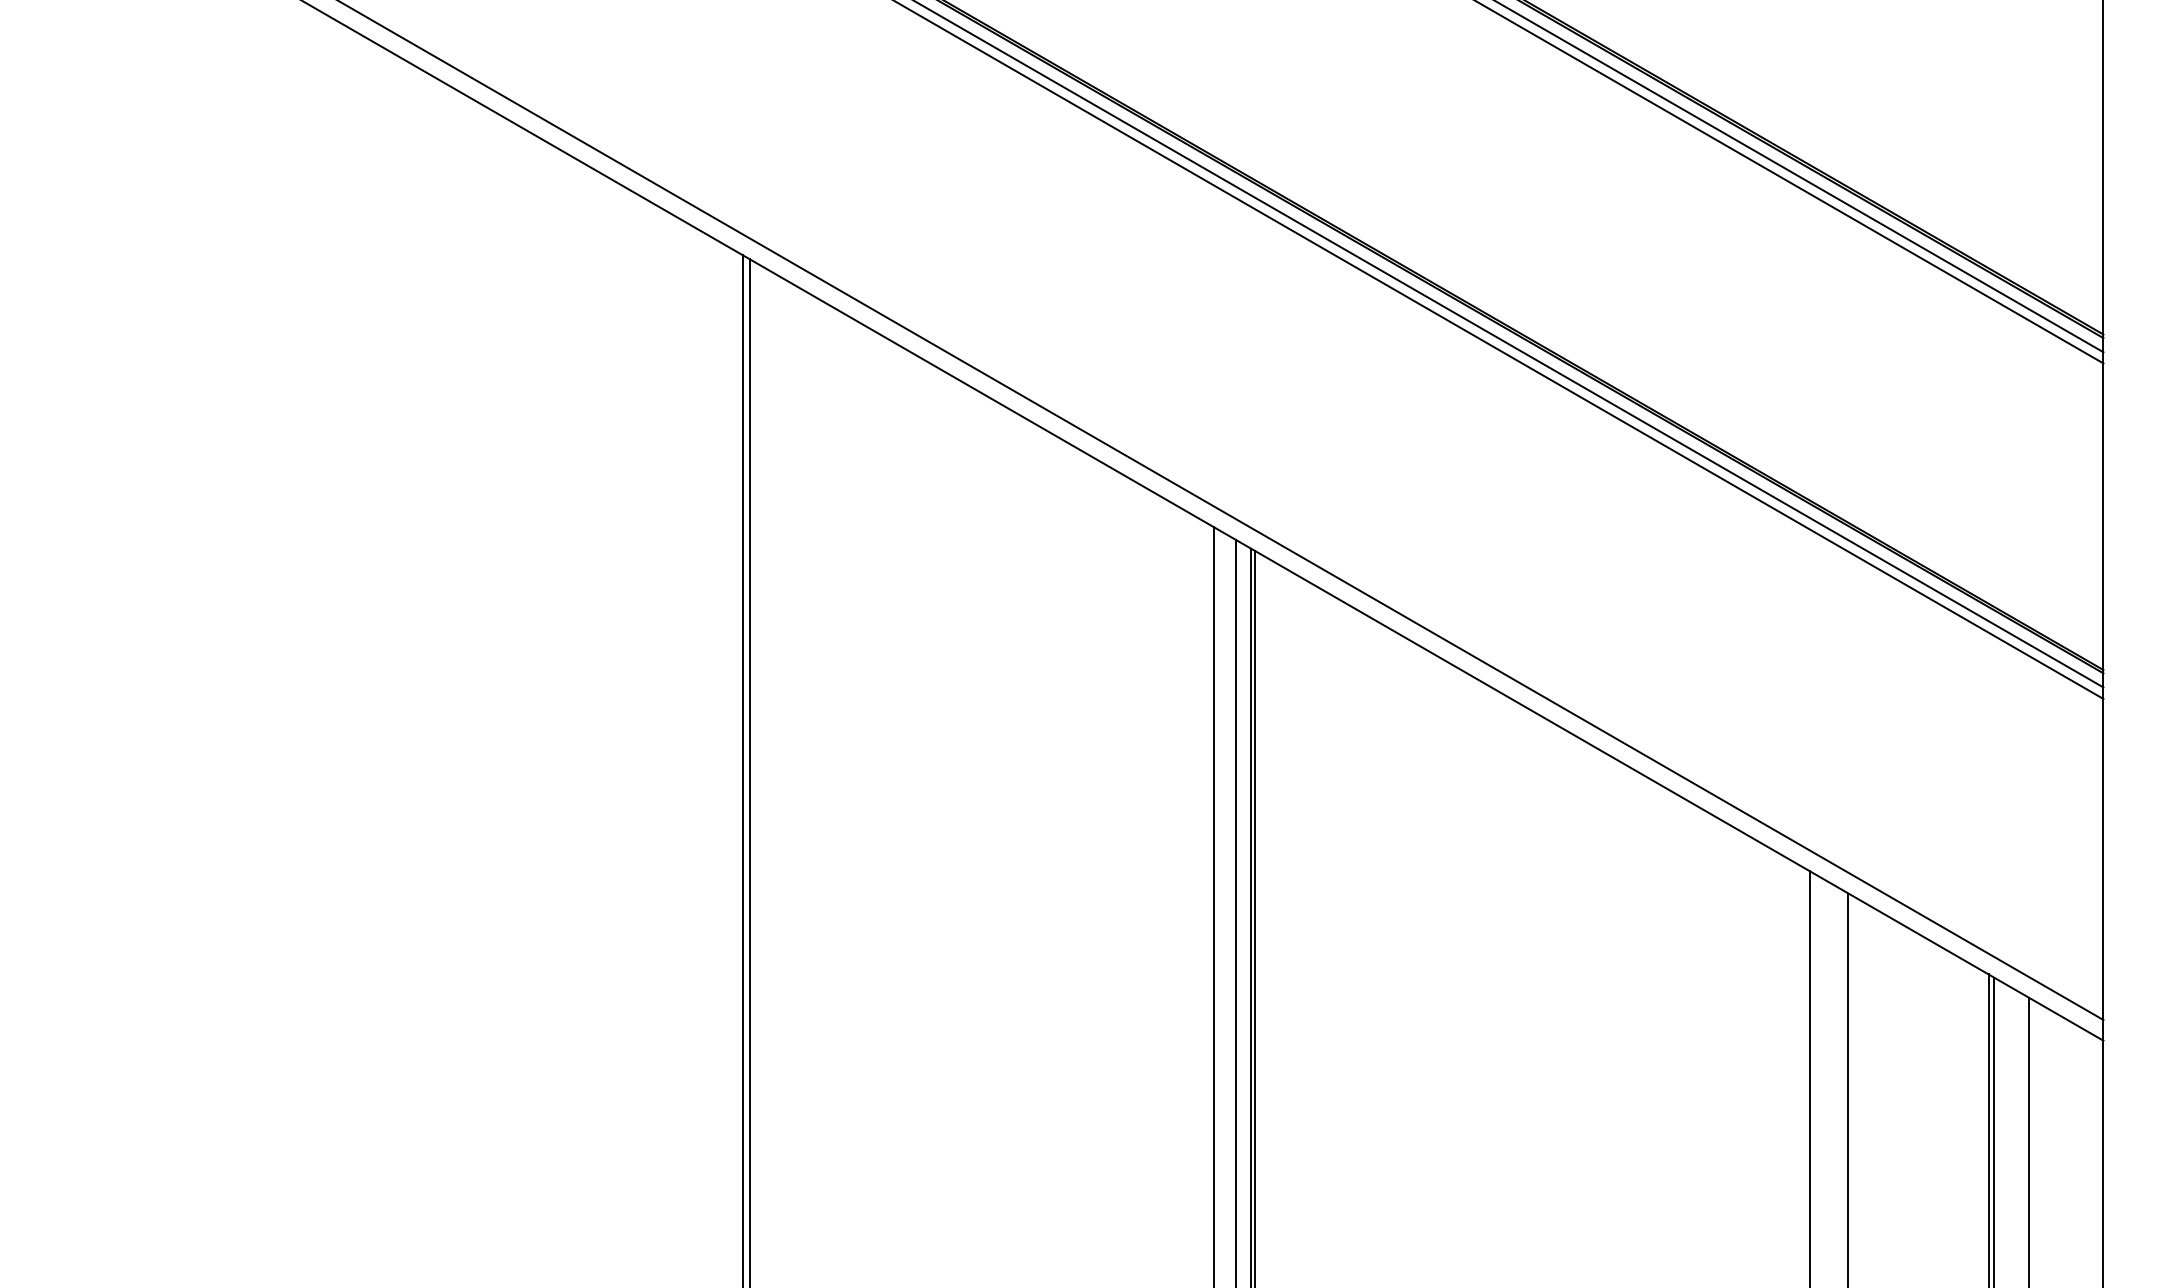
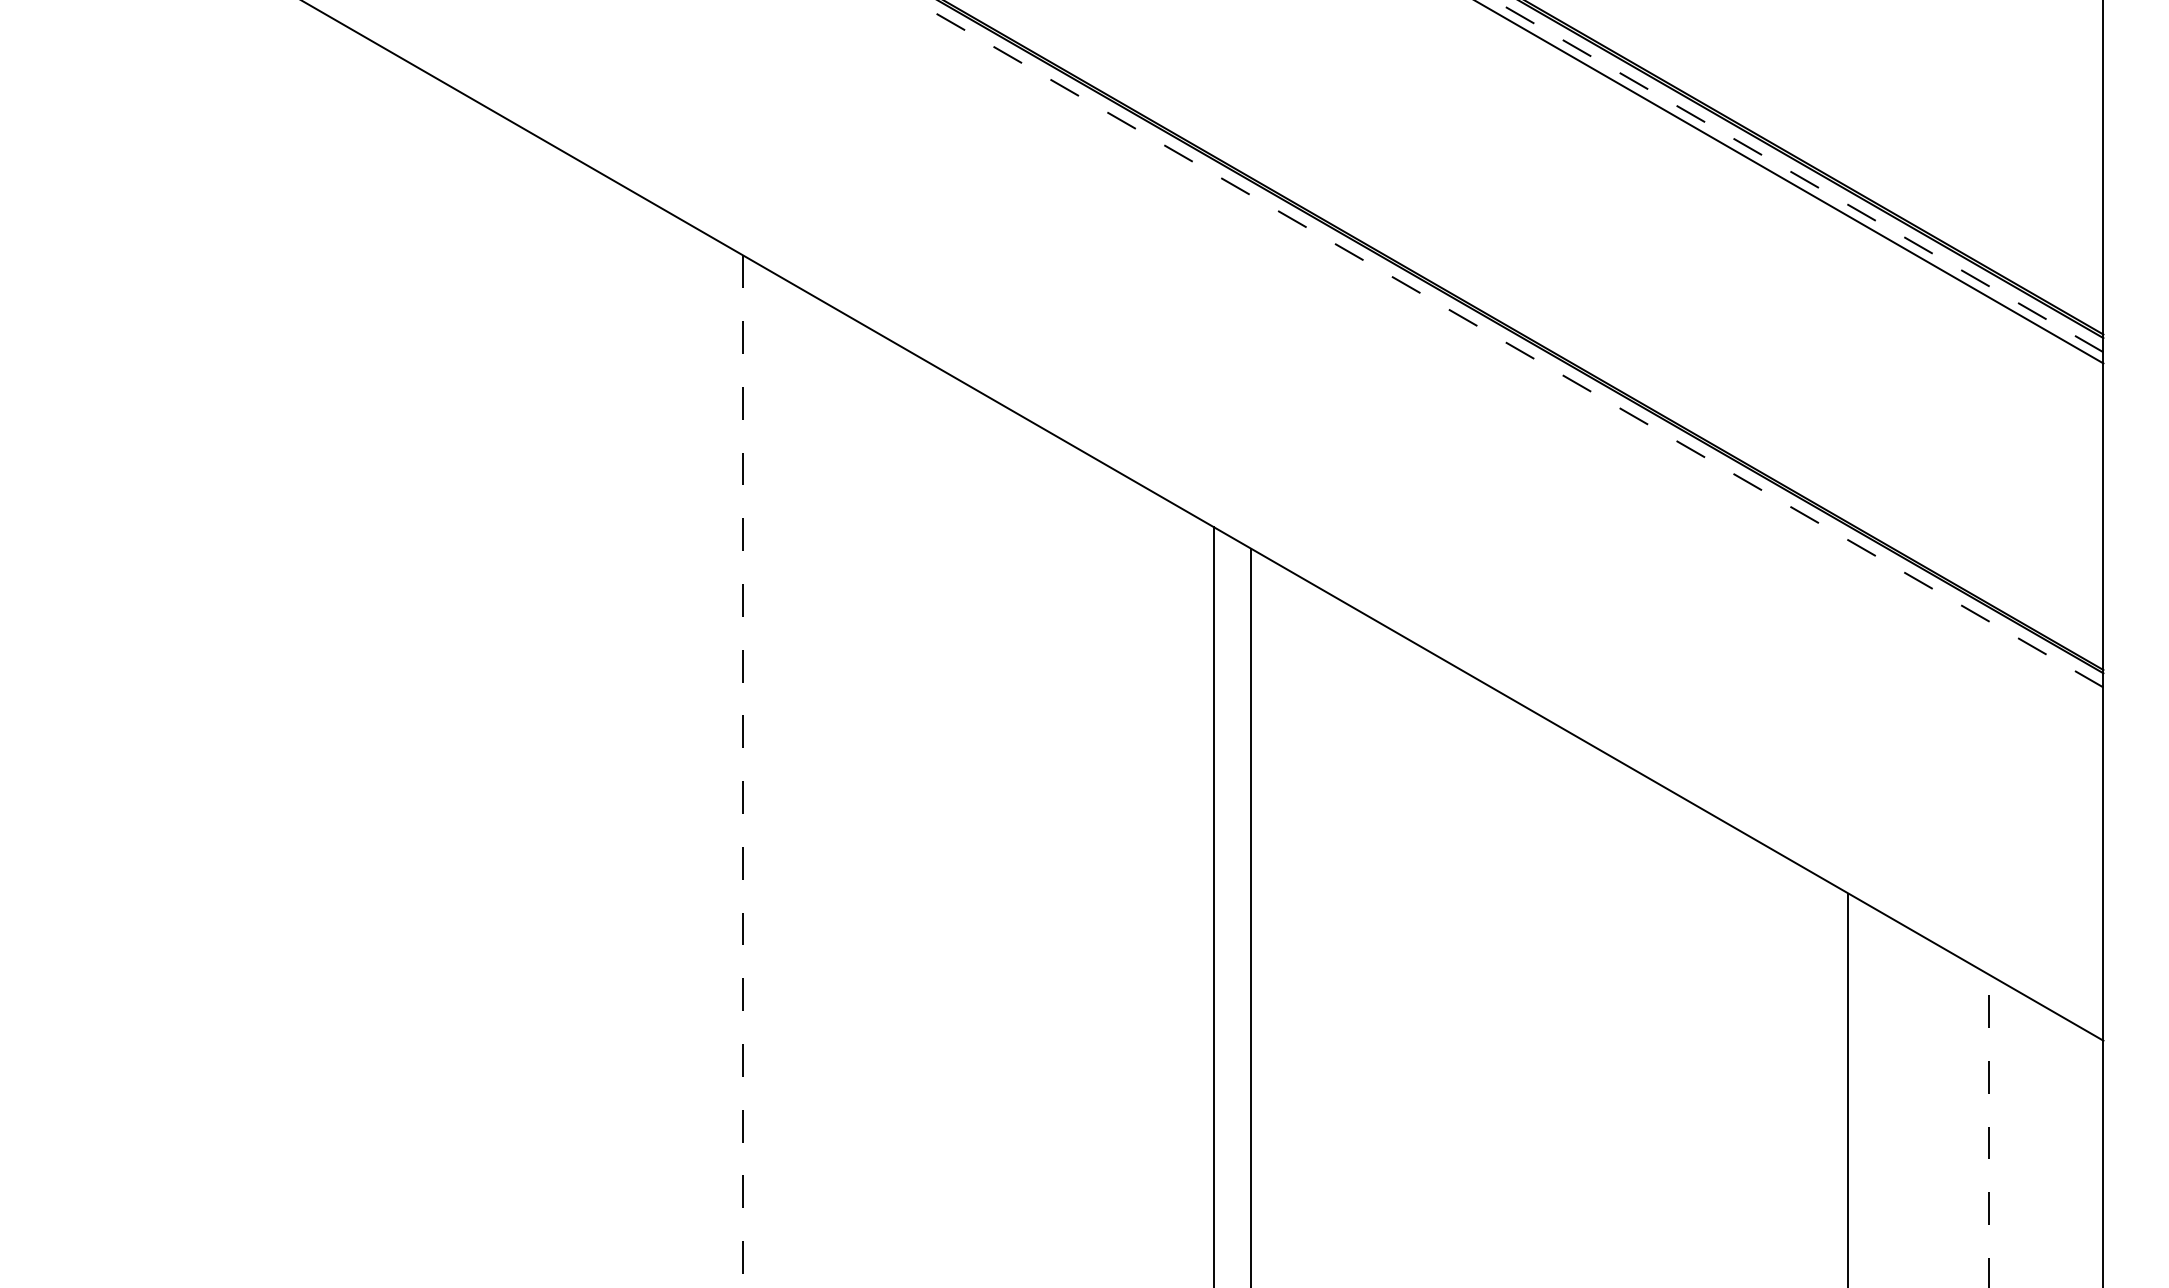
line at (1798, 176): solid -> dashed
line at (1507, 343): solid -> dashed
line at (1499, 350): present -> none
line at (1221, 511): present -> none
line at (743, 771): solid -> dashed
line at (749, 771): present -> none
line at (1235, 911): present -> none
line at (1255, 917): present -> none
line at (1809, 1077): present -> none
line at (1988, 1130): solid -> dashed
line at (1994, 1130): present -> none
line at (2028, 1140): present -> none
